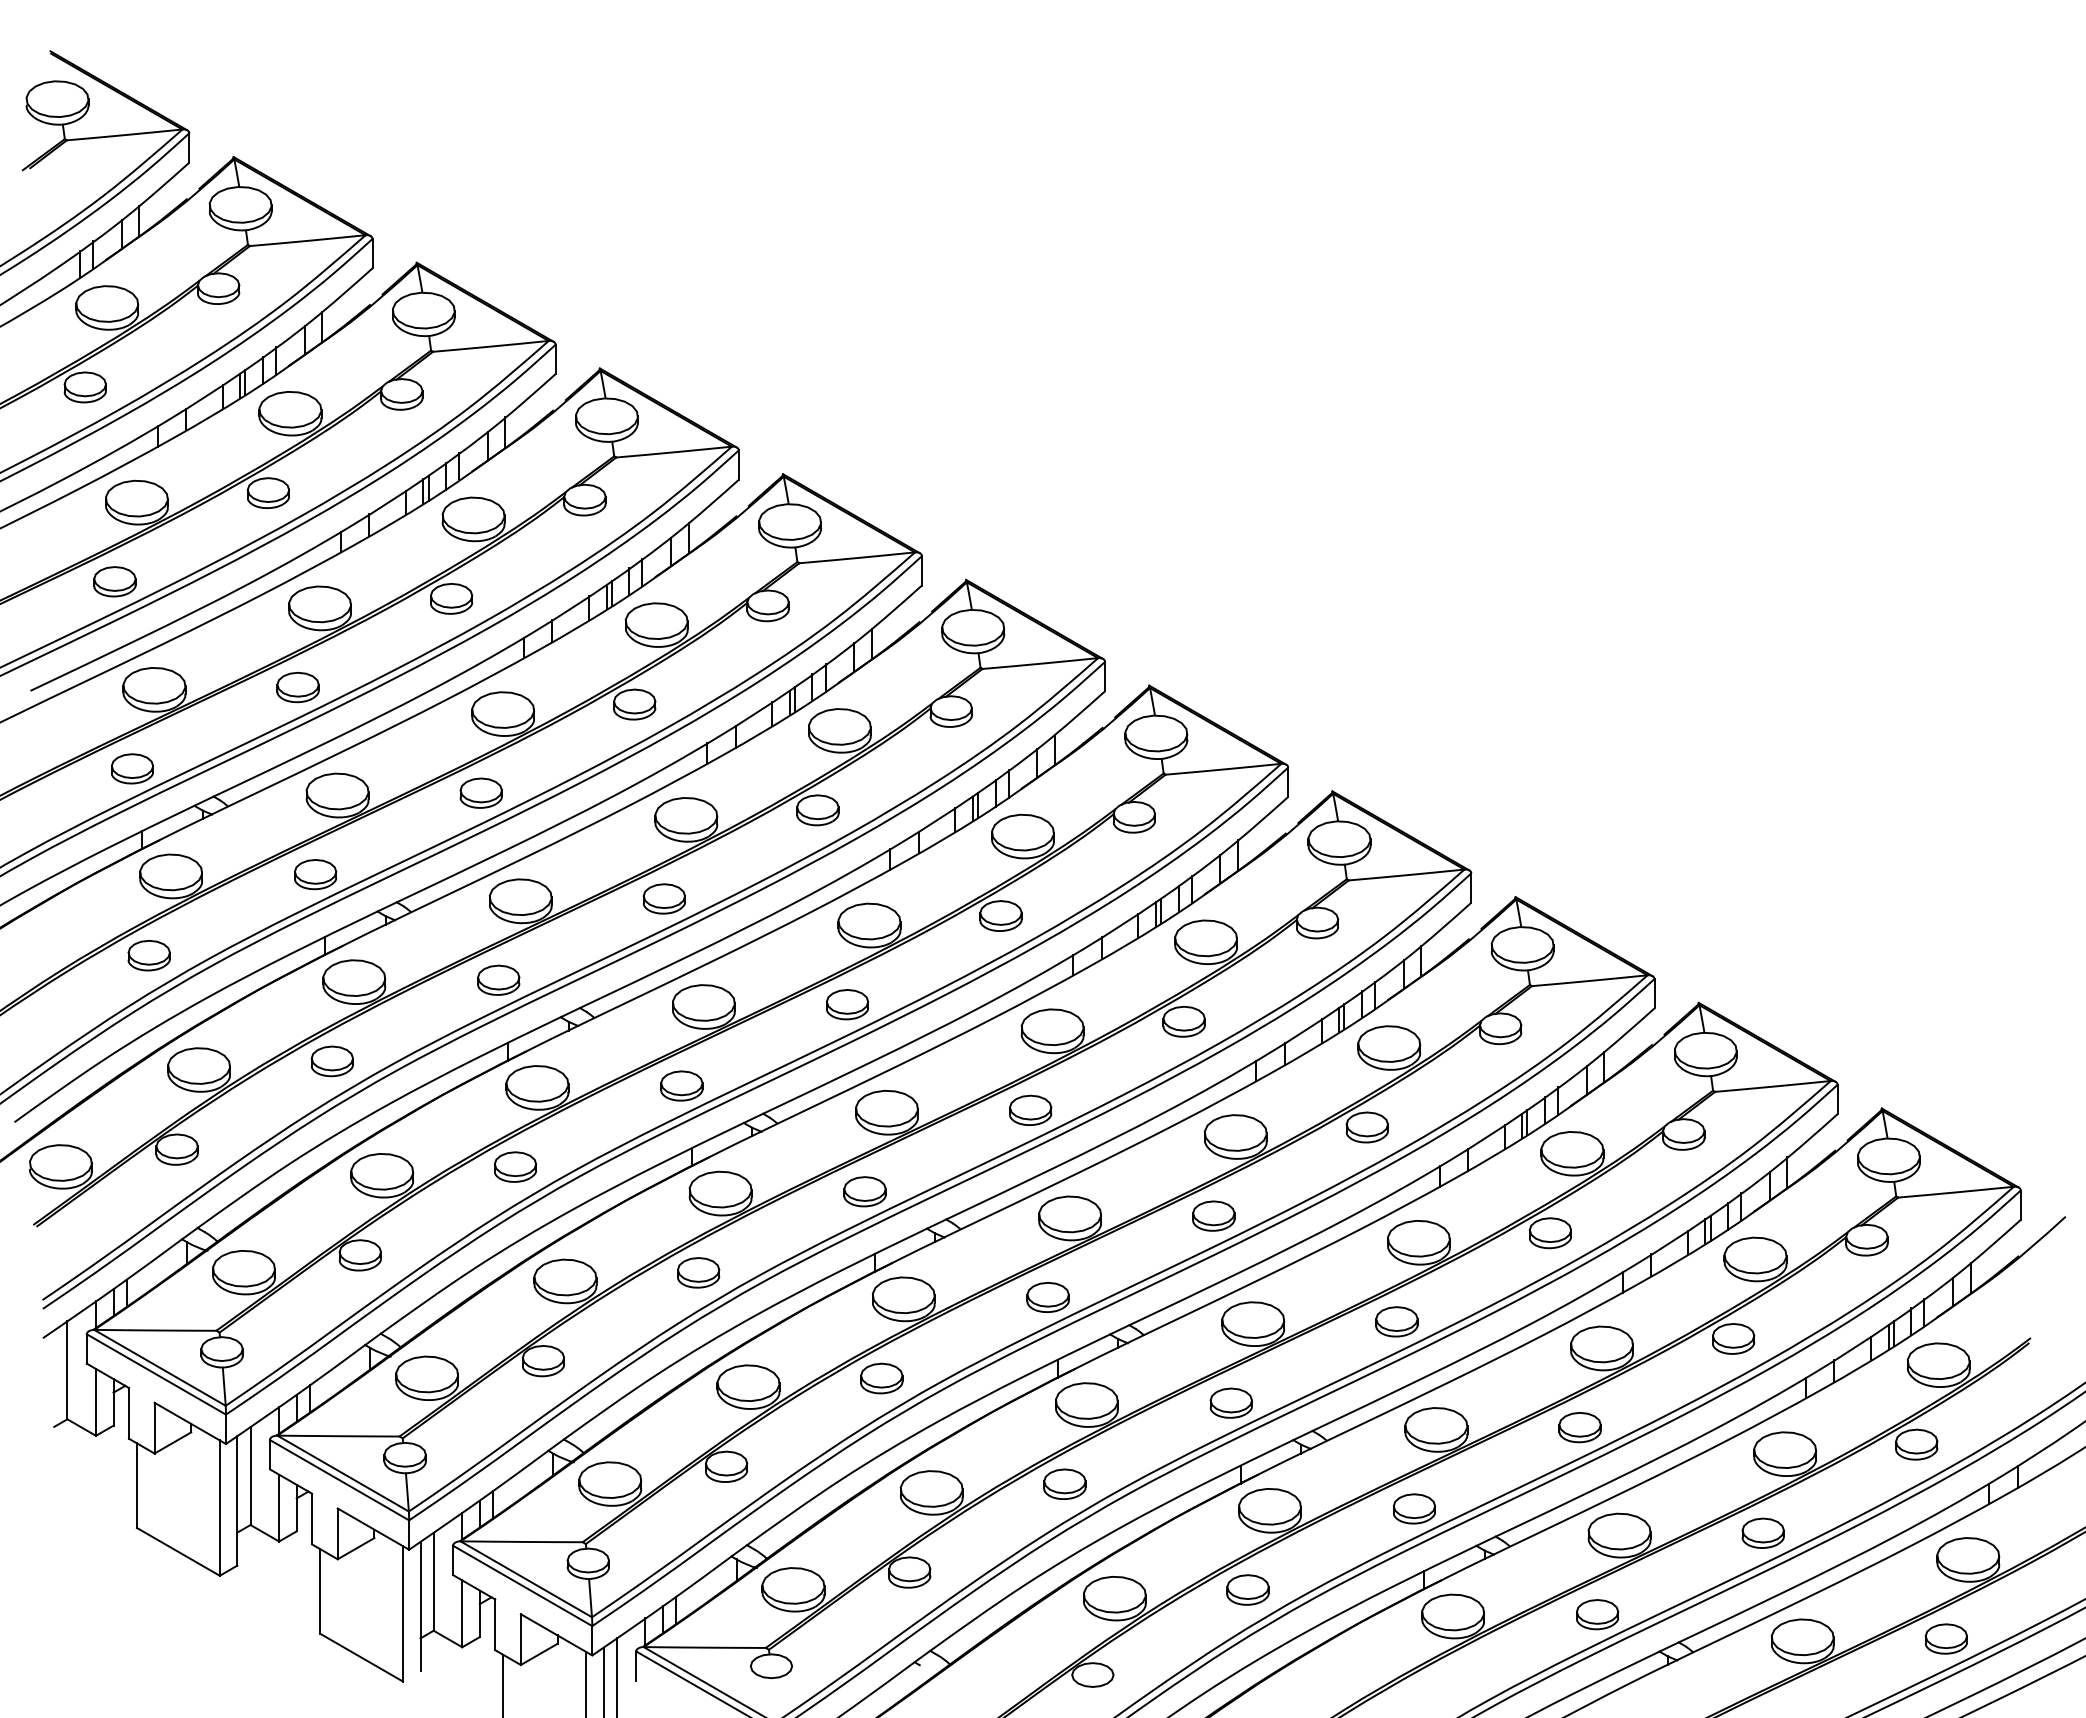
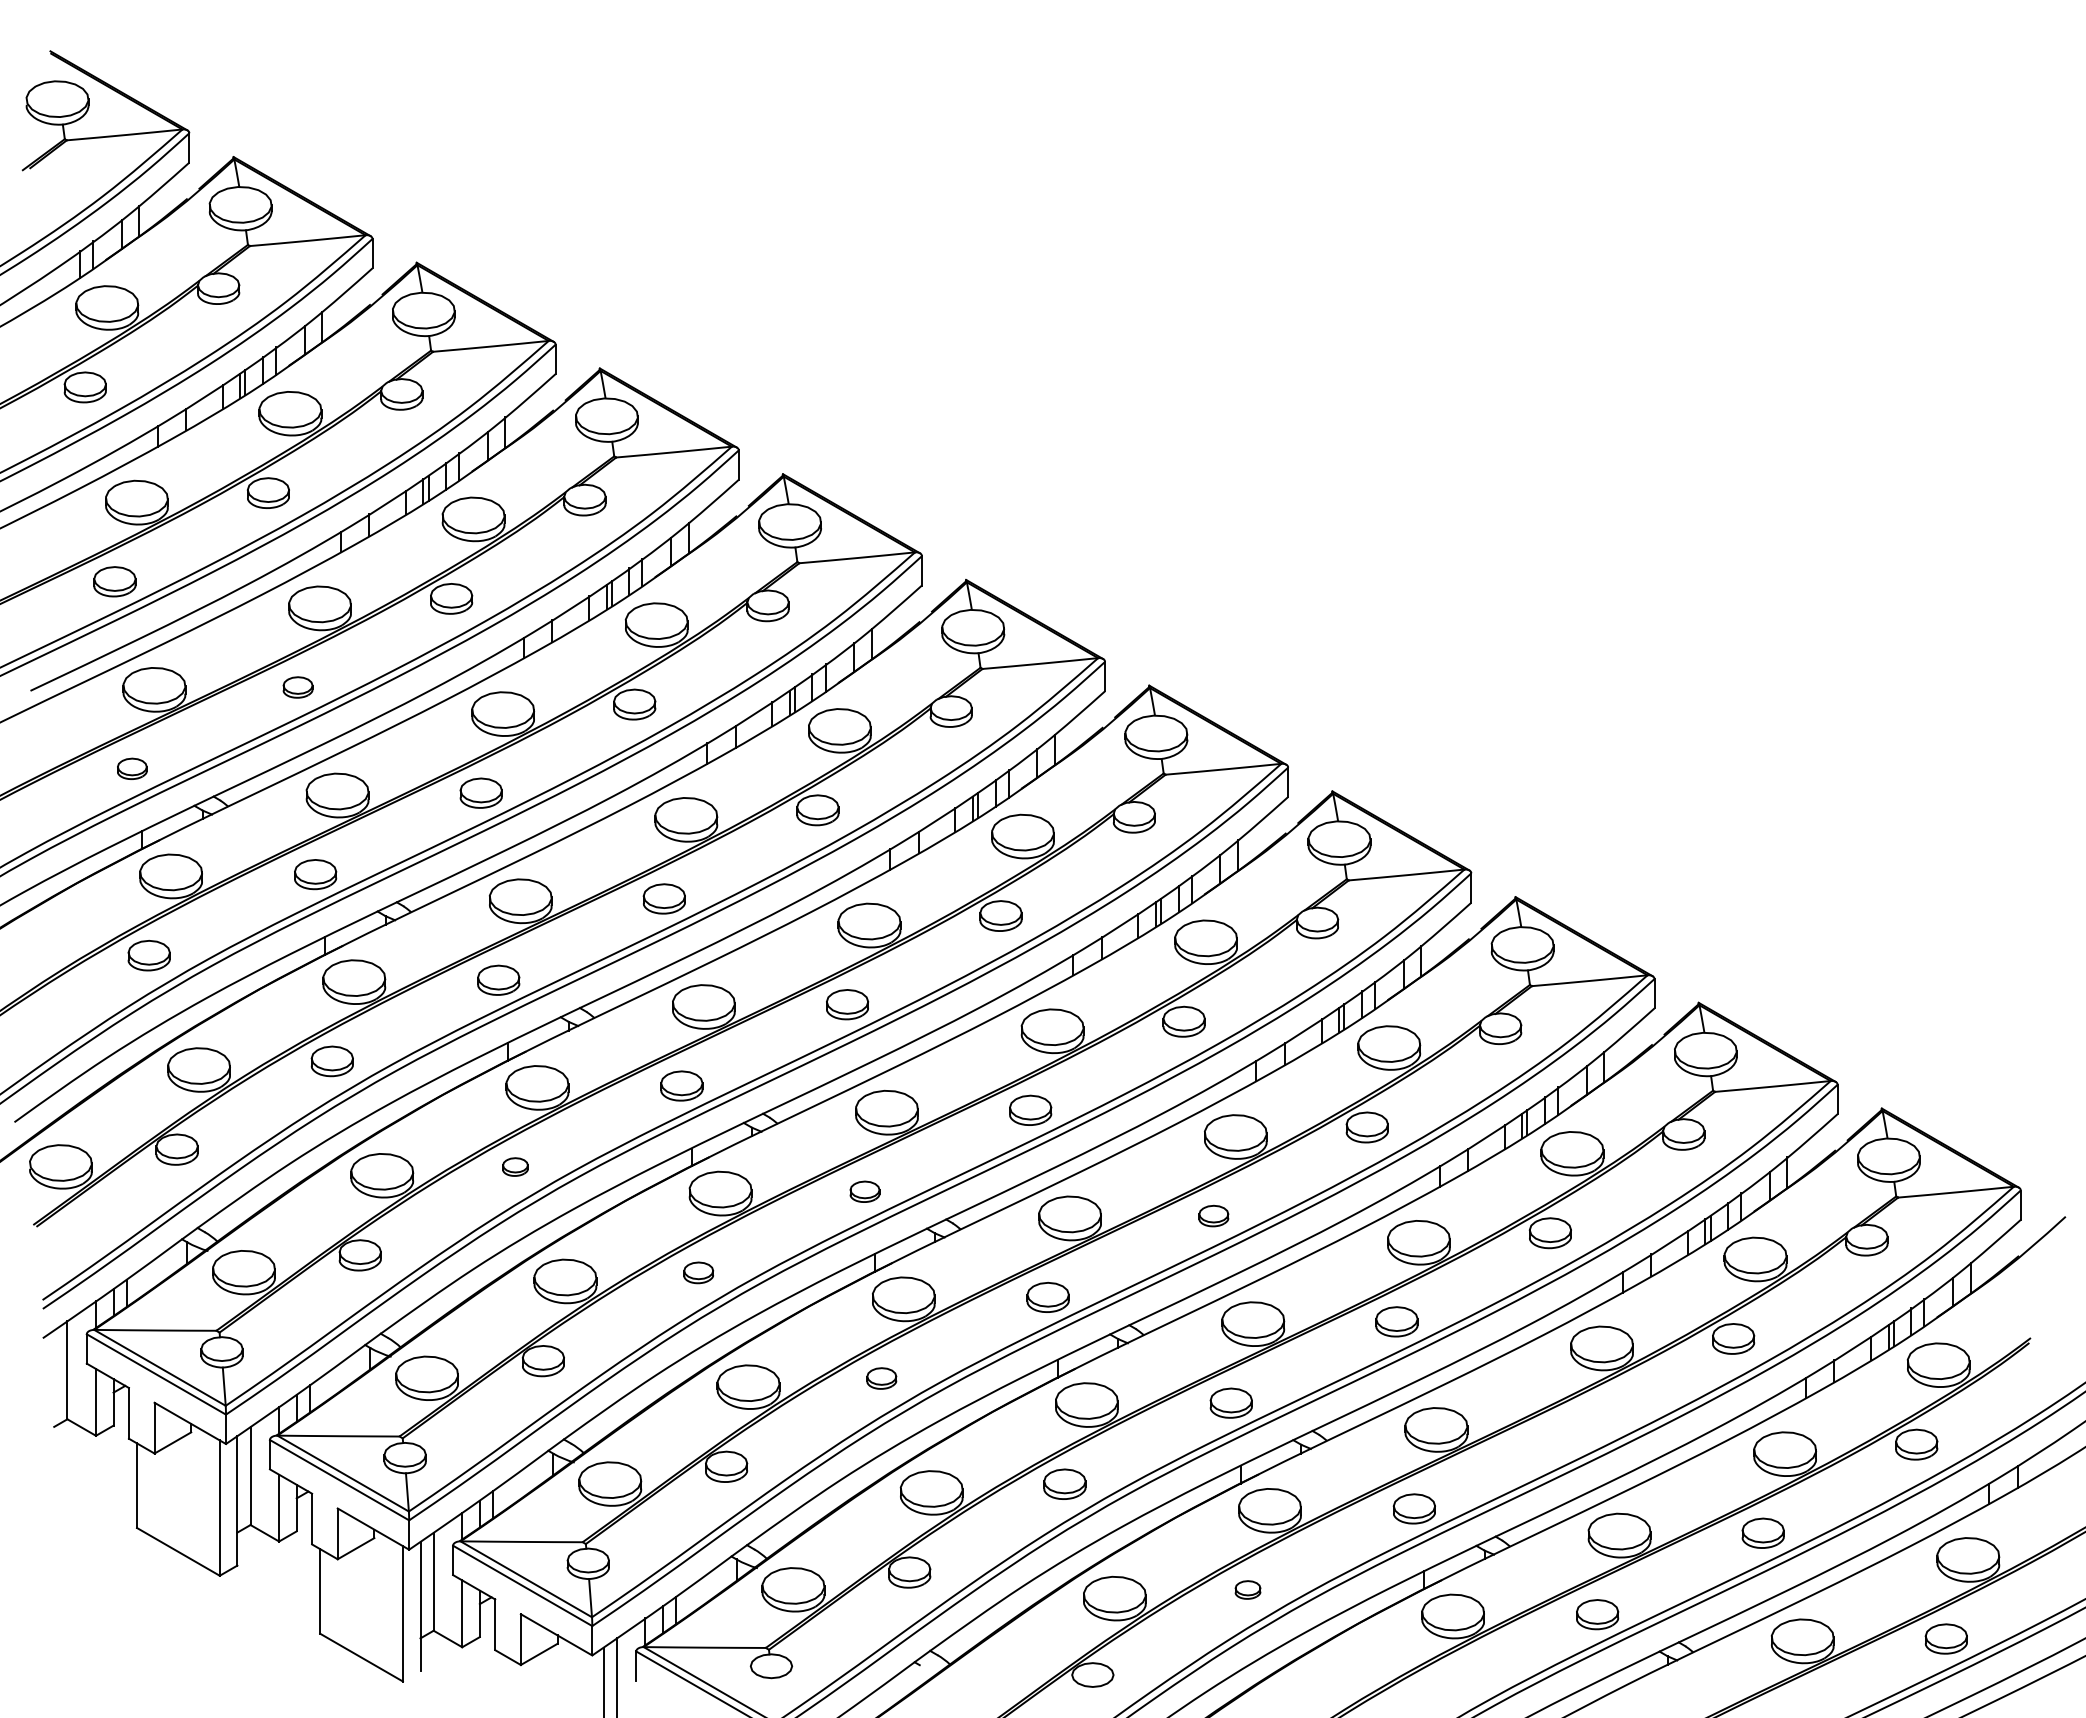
part at (297, 687) size: 44x33 px -> 32x23 px
part at (131, 768) size: 44x32 px -> 31x23 px
part at (515, 1166) size: 45x32 px -> 27x20 px
part at (864, 1191) size: 44x32 px -> 32x23 px
part at (1213, 1215) size: 44x32 px -> 32x24 px
part at (698, 1272) size: 44x32 px -> 32x24 px
part at (881, 1378) size: 44x33 px -> 32x23 px
part at (1579, 1427): present -> none
part at (1247, 1589) size: 44x32 px -> 28x20 px
line at (586, 1682): present -> none
line at (503, 1684): present -> none
